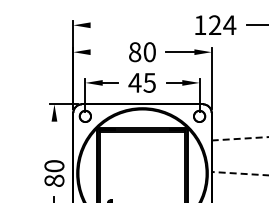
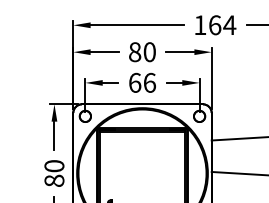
line at (136, 25): none -> present
text at (215, 25): 124 -> 164
line at (104, 52): none -> present
text at (142, 82): 45 -> 66
line at (54, 135): none -> present
line at (240, 138): dashed -> solid
line at (239, 173): dashed -> solid
